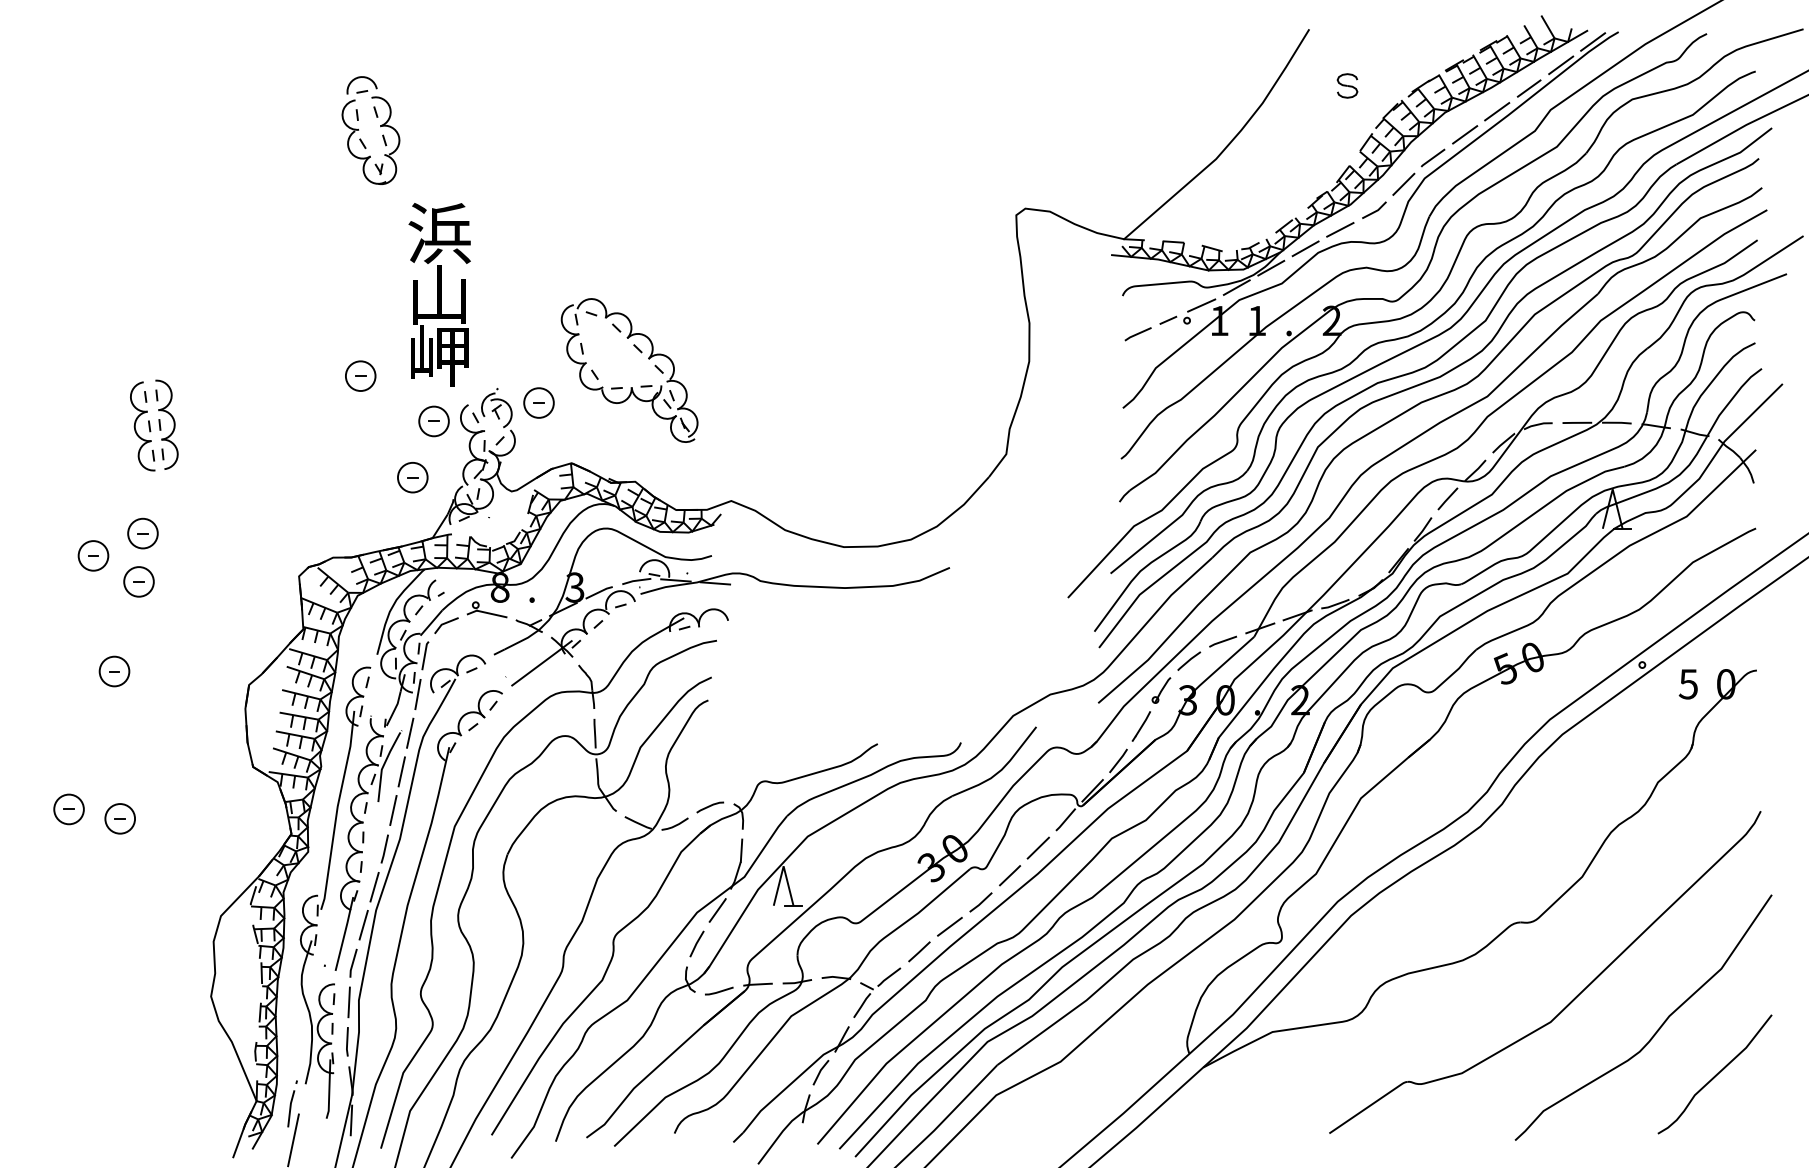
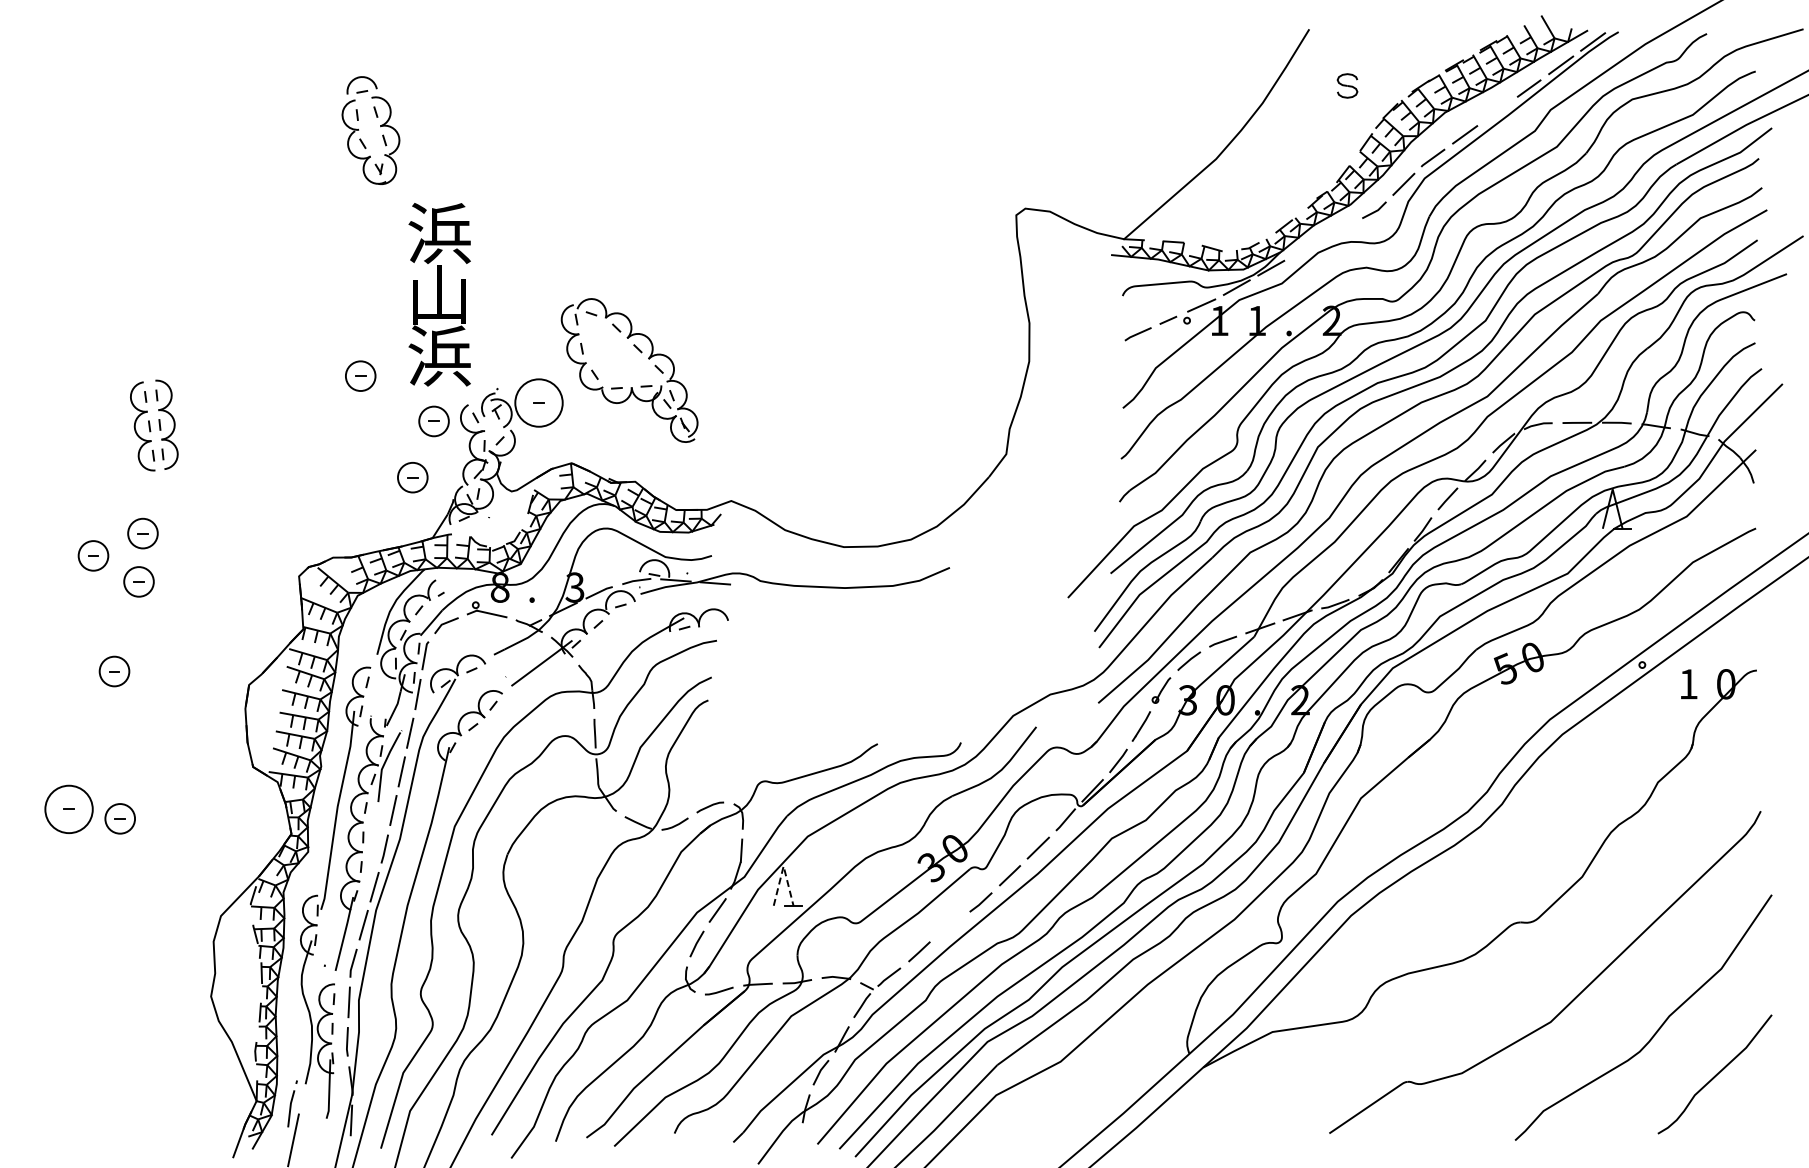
line at (1497, 111): present -> none
line at (1340, 229): present -> none
line at (1305, 248): present -> none
text at (439, 355): 岬 -> 浜
circle at (538, 402) diameter: 30 px -> 47 px
text at (1687, 684): 5 -> 1
circle at (68, 809) diameter: 30 px -> 47 px
line at (783, 866): solid -> dashed
line at (949, 926): present -> none
